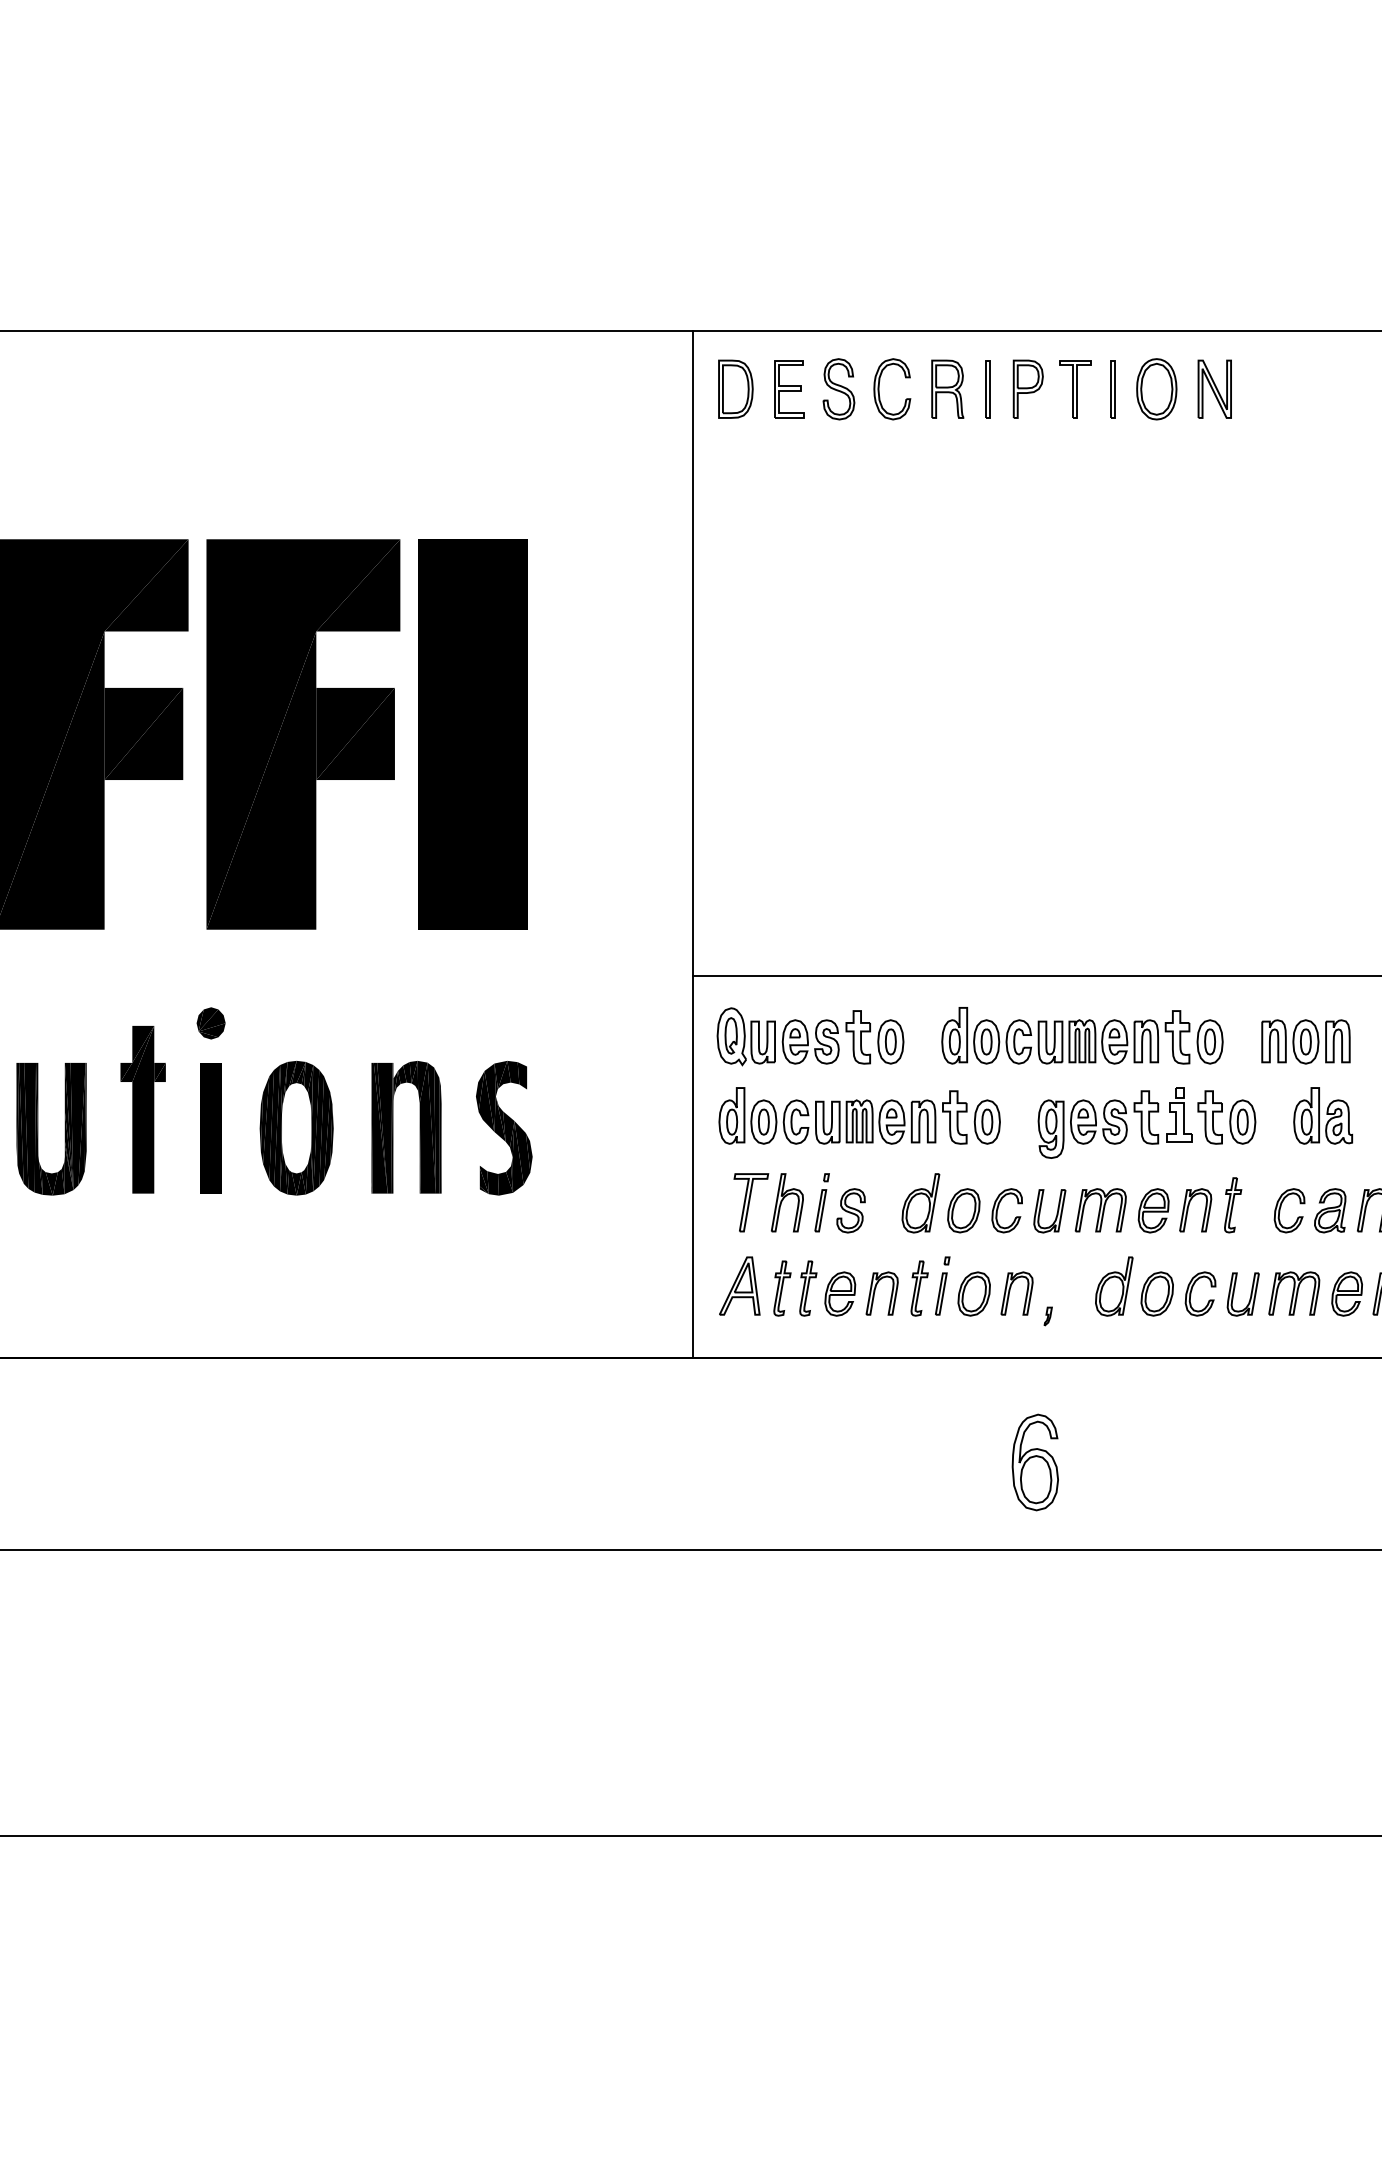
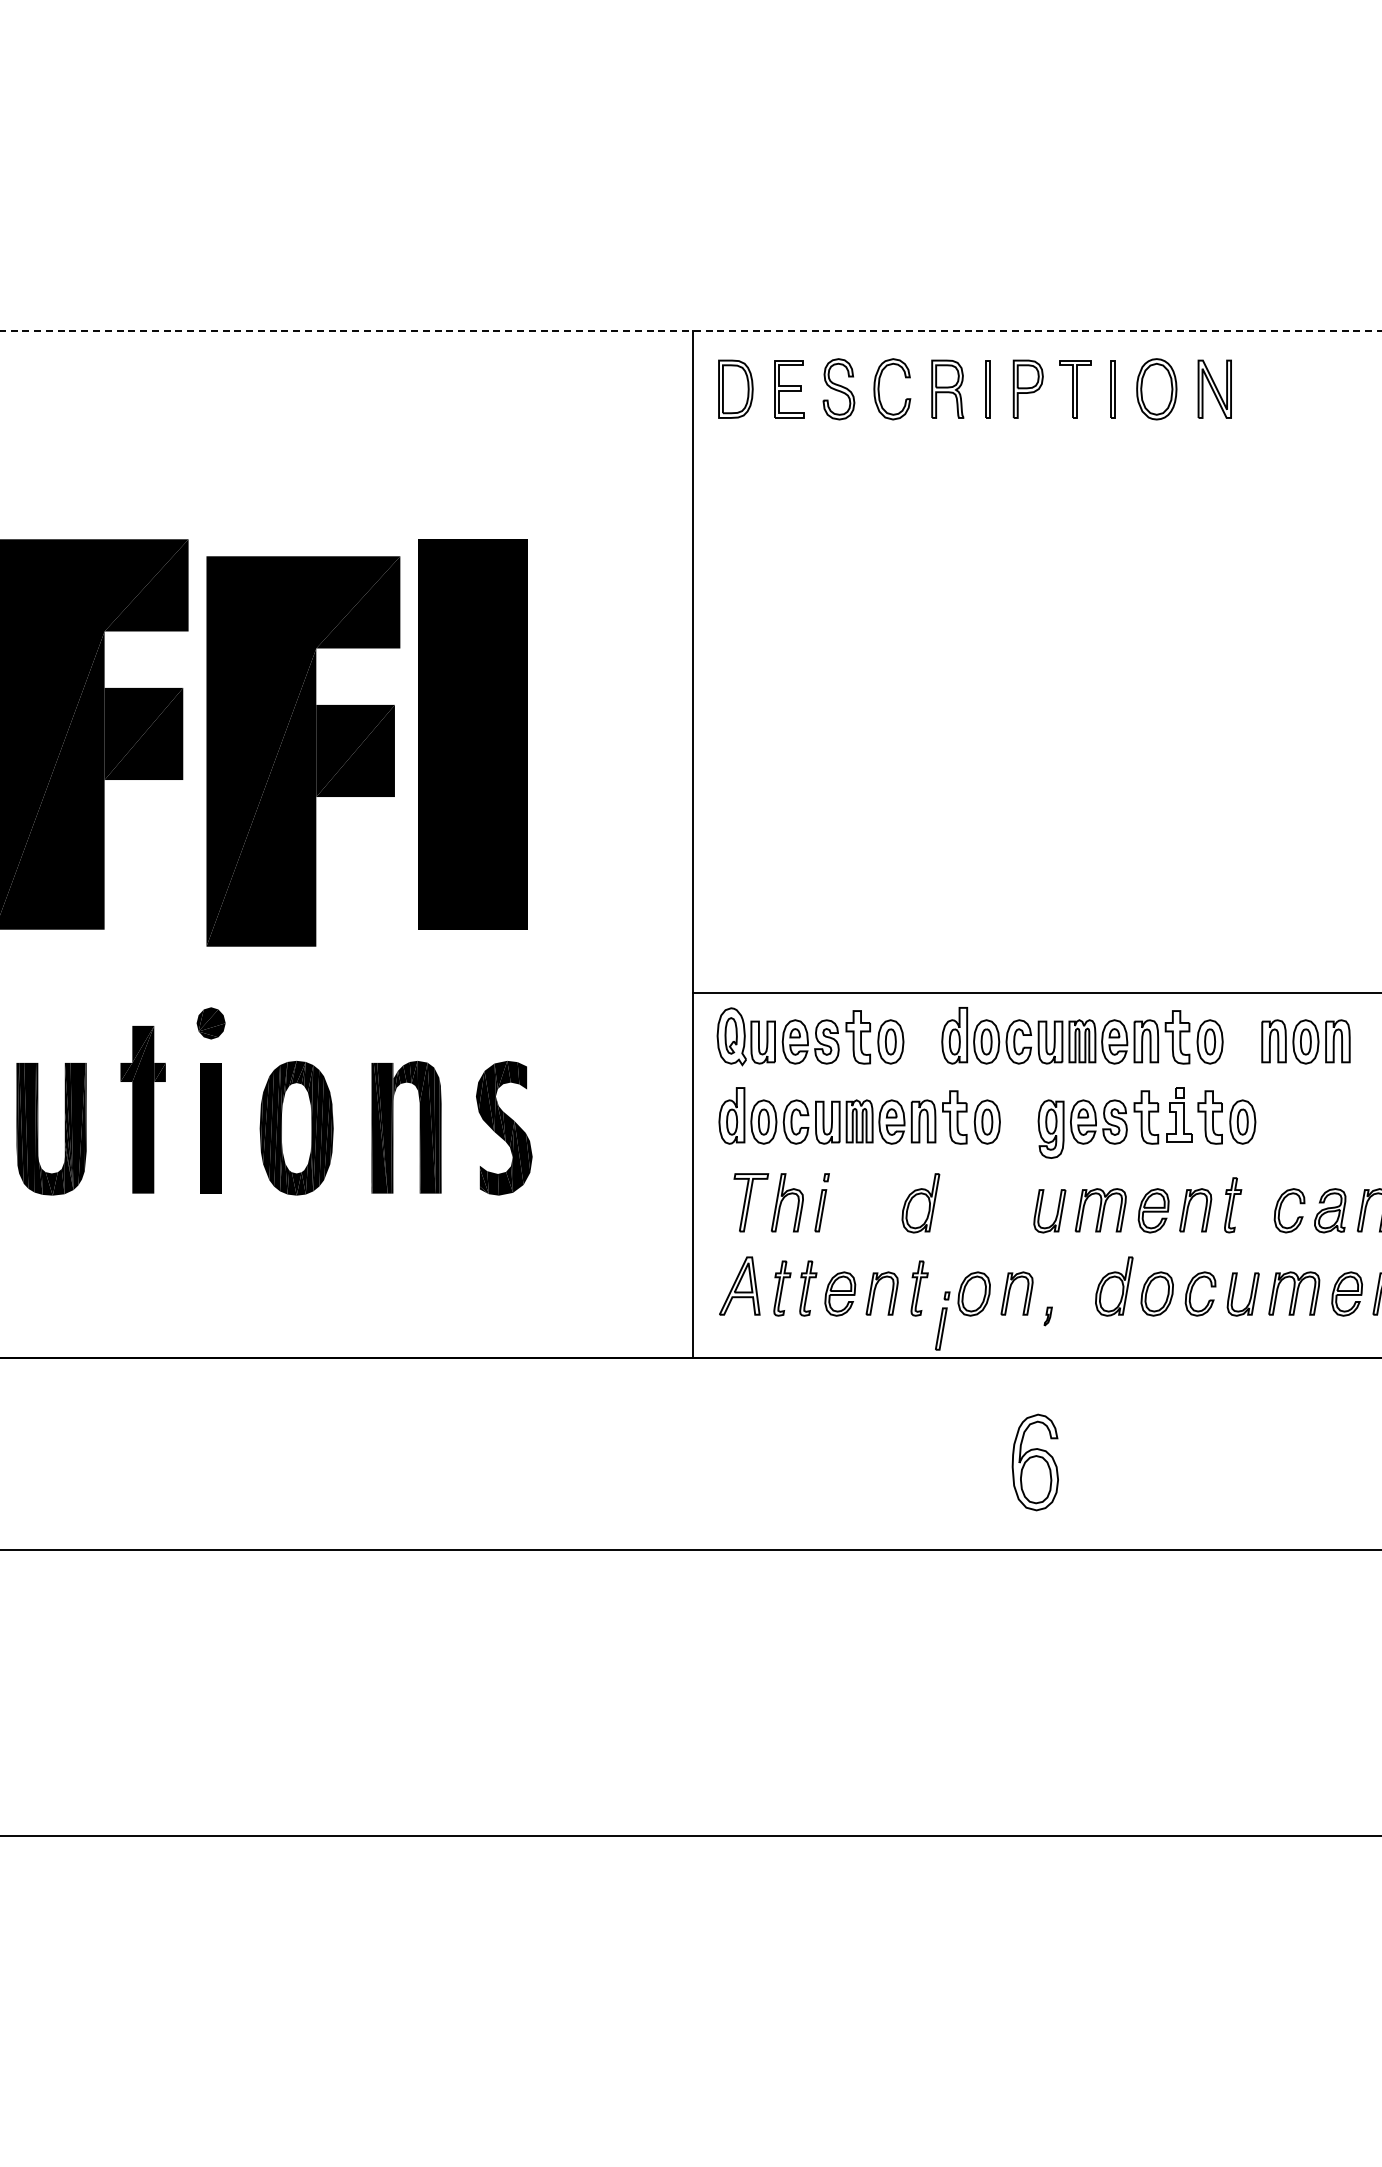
line at (692, 330): solid -> dashed
part at (303, 734) position: (303, 734) -> (303, 751)
line at (1035, 975) position: (1035, 975) -> (1035, 992)
part at (1323, 1115): present -> none
part at (998, 1209): present -> none
part at (850, 1210): present -> none
part at (963, 1210): present -> none
part at (942, 1285) position: (942, 1285) -> (942, 1320)
